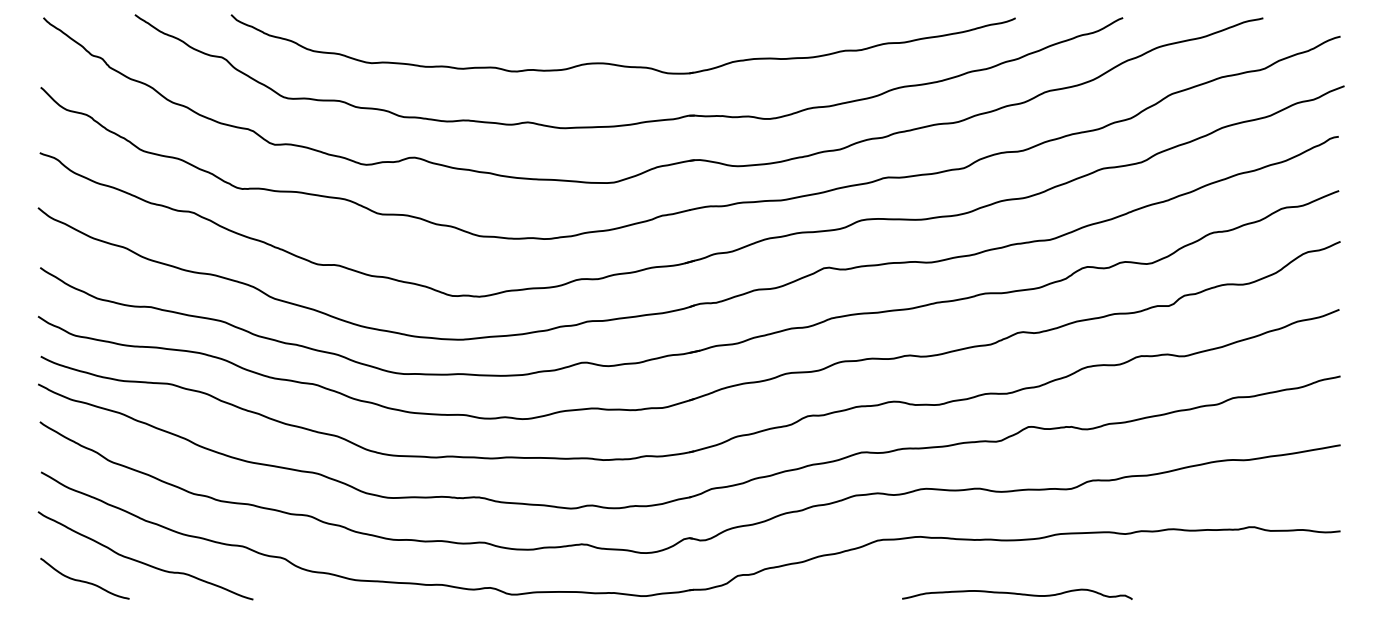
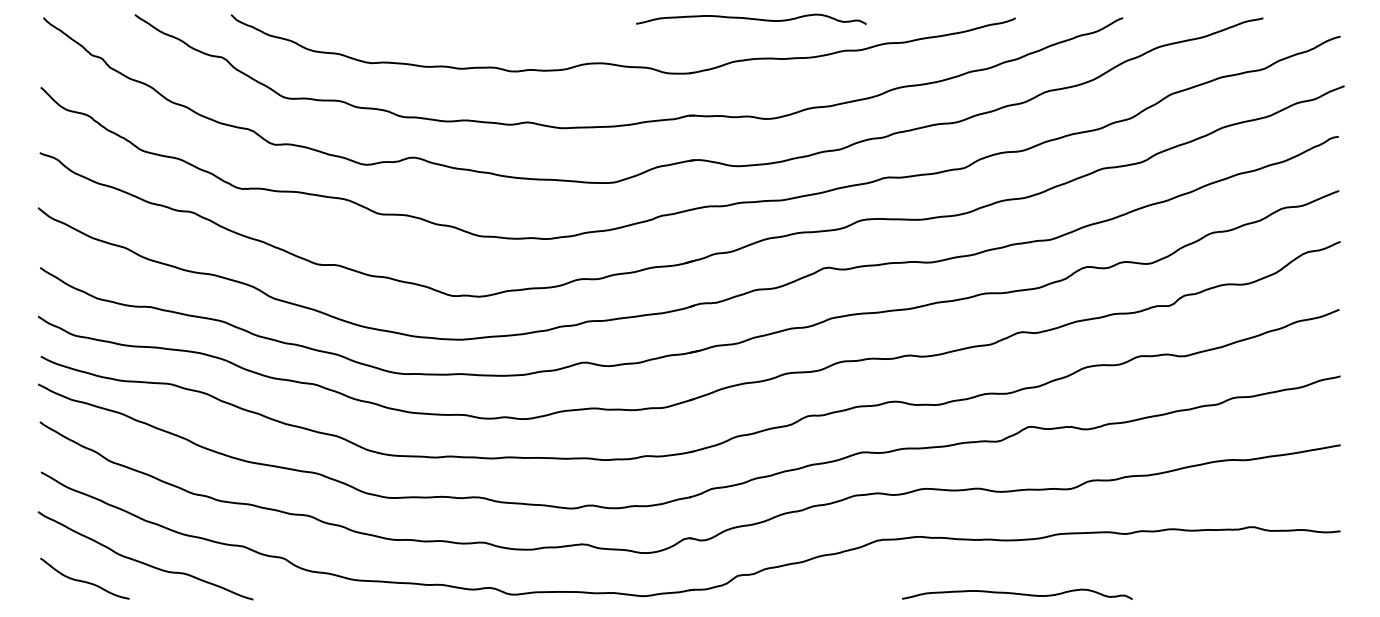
curve at (751, 18): none -> present
